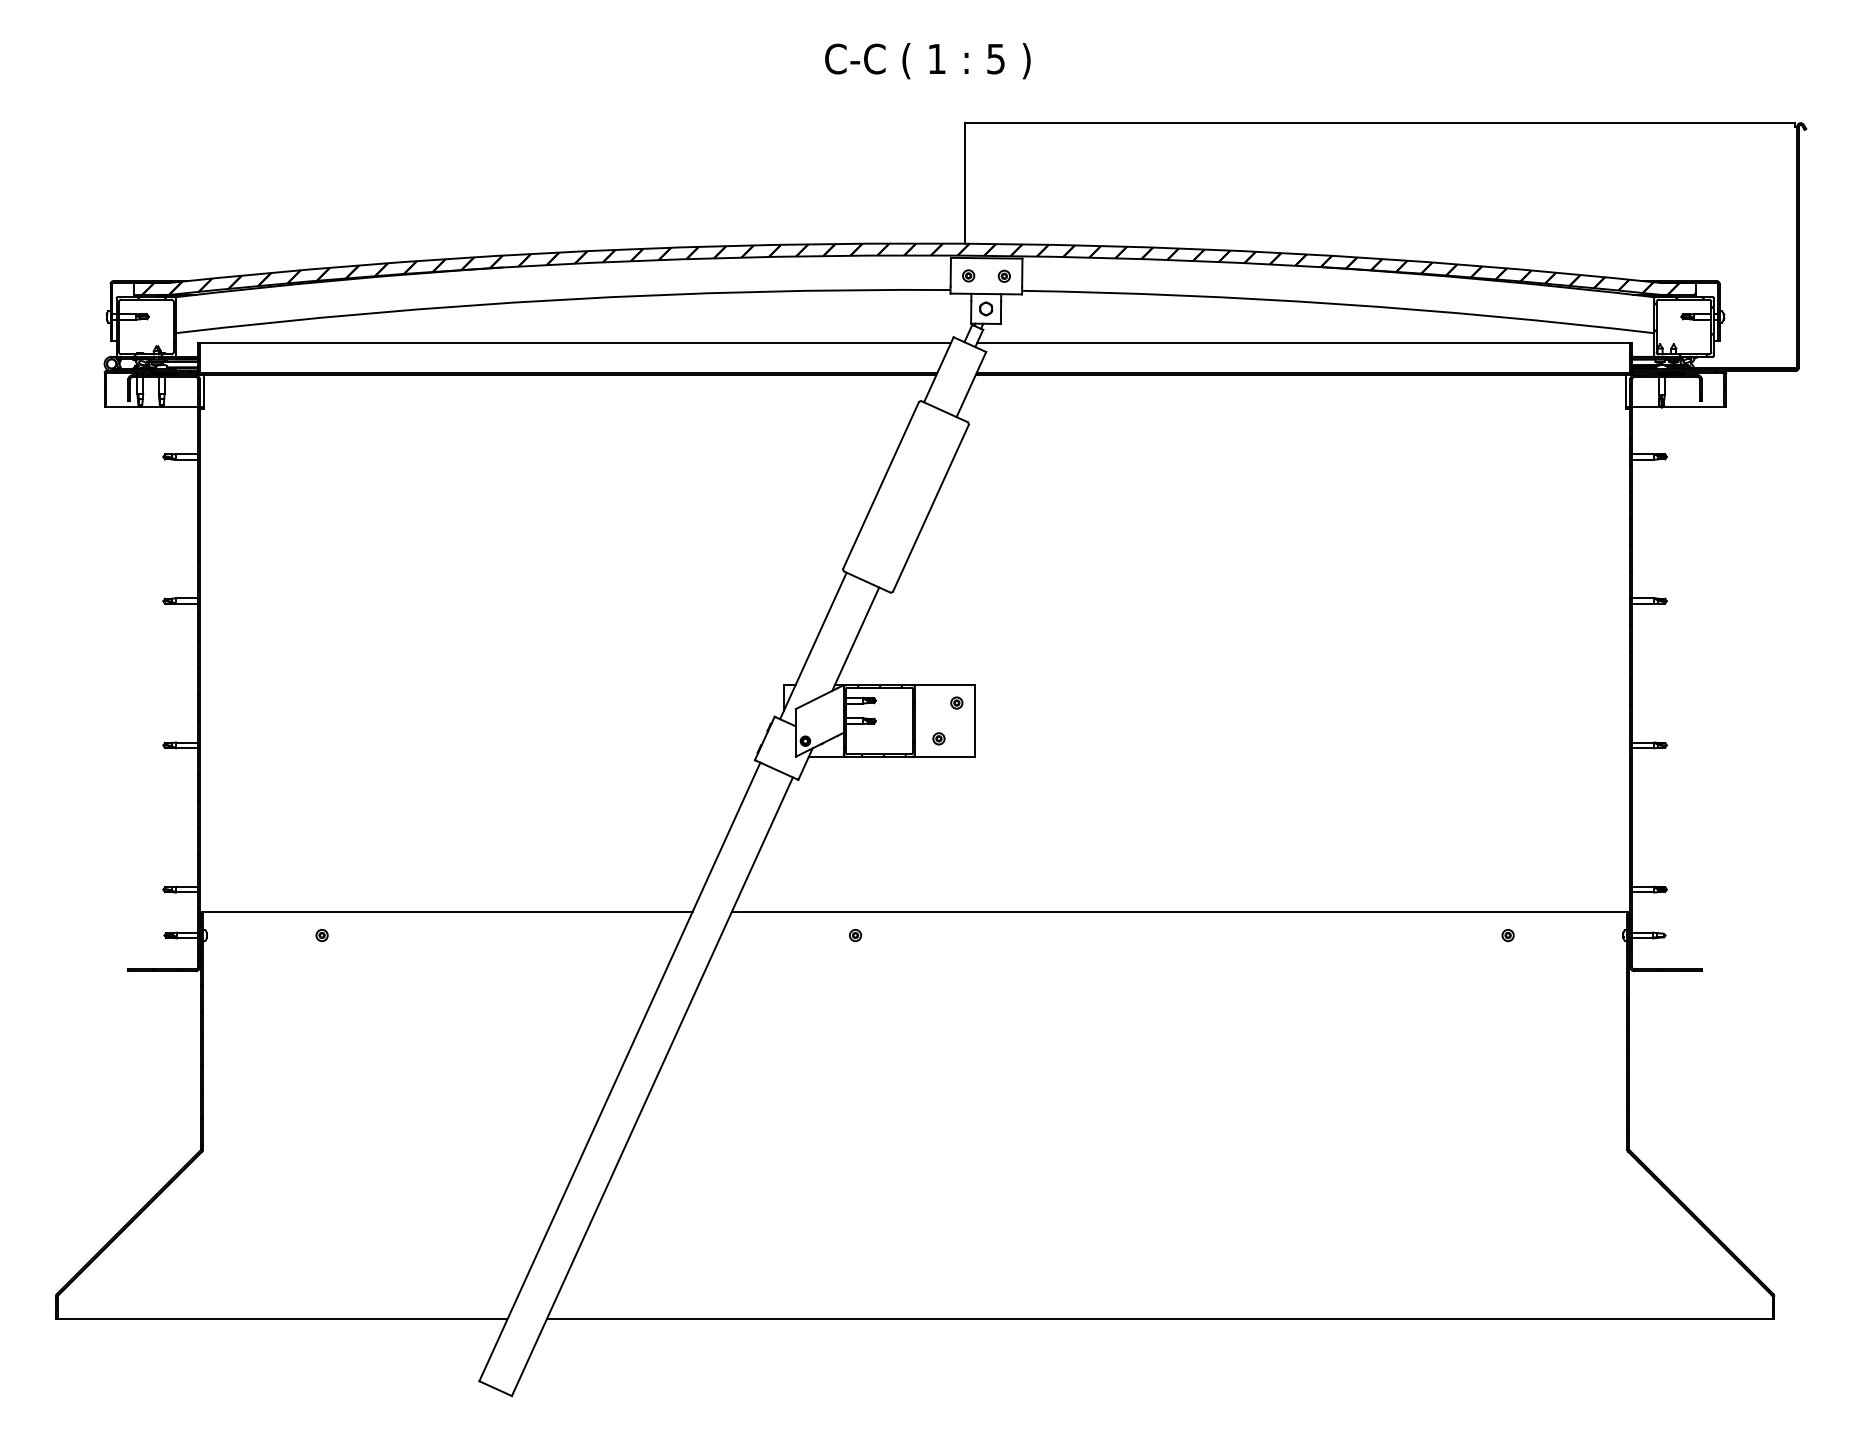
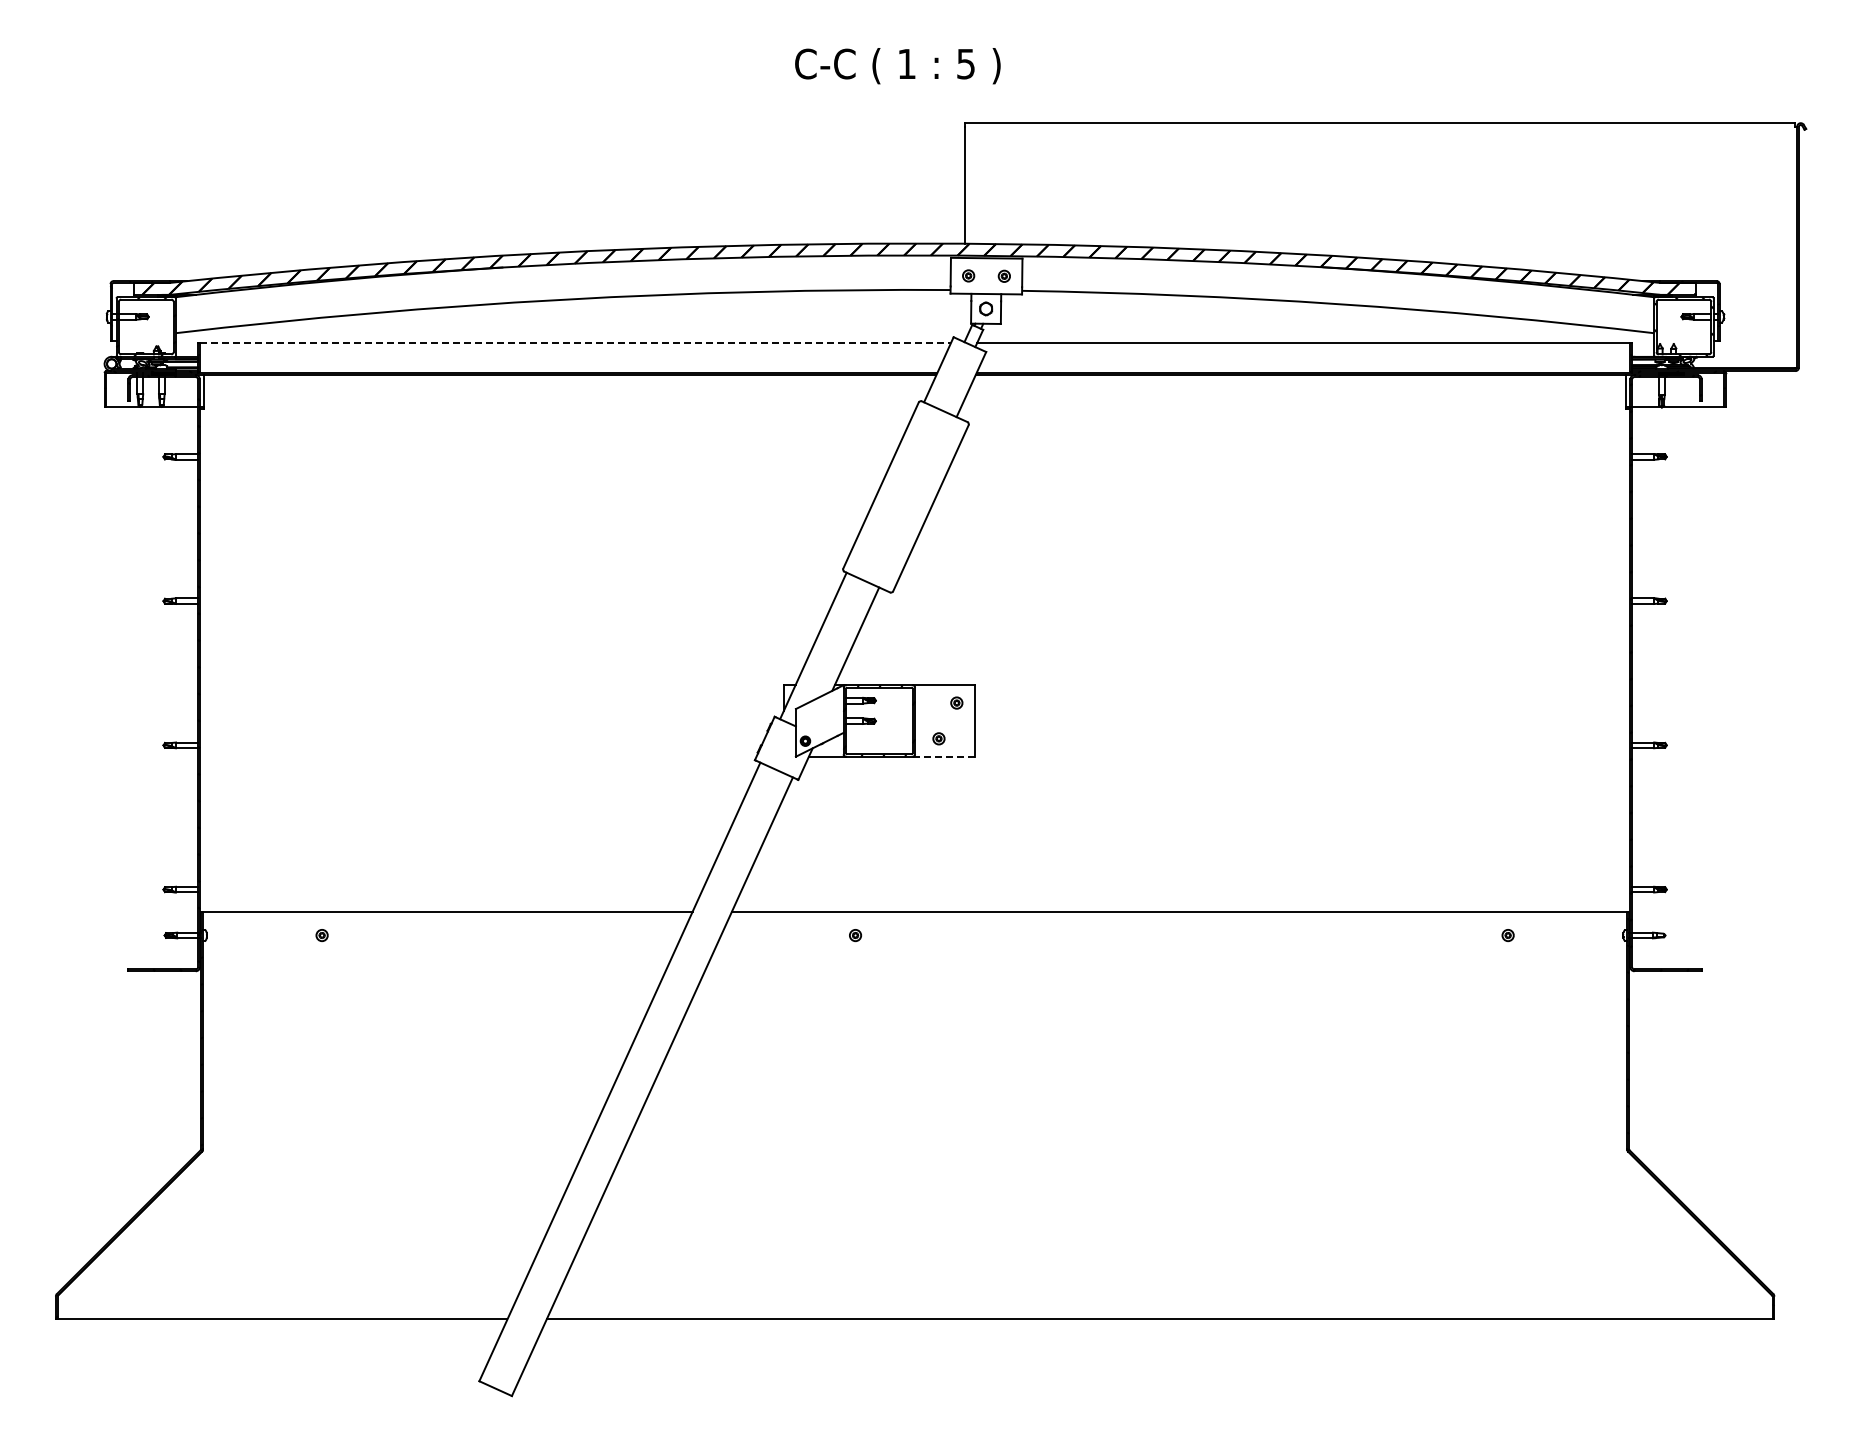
text at (927, 61) position: (927, 61) -> (897, 66)
line at (575, 343): solid -> dashed
line at (943, 756): solid -> dashed
